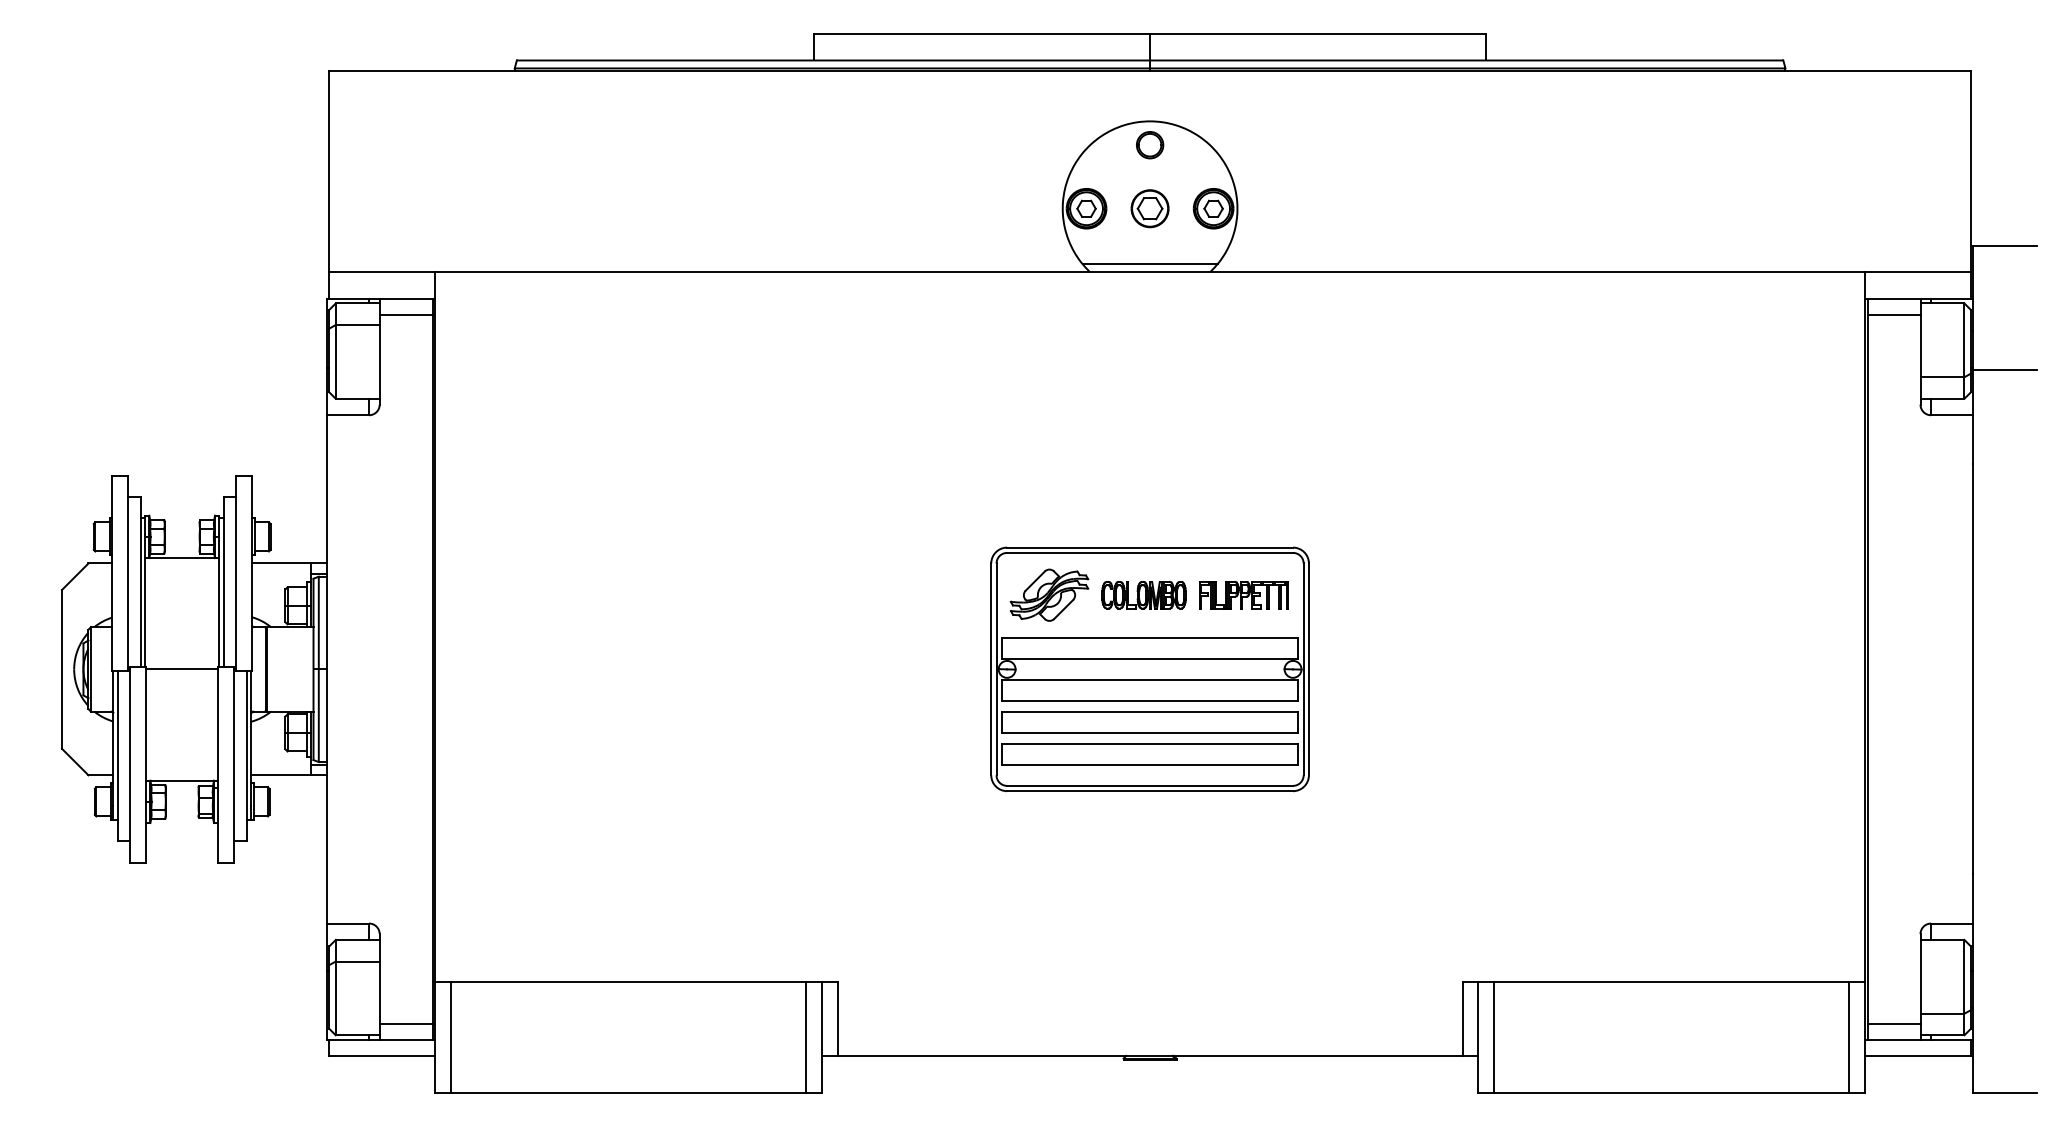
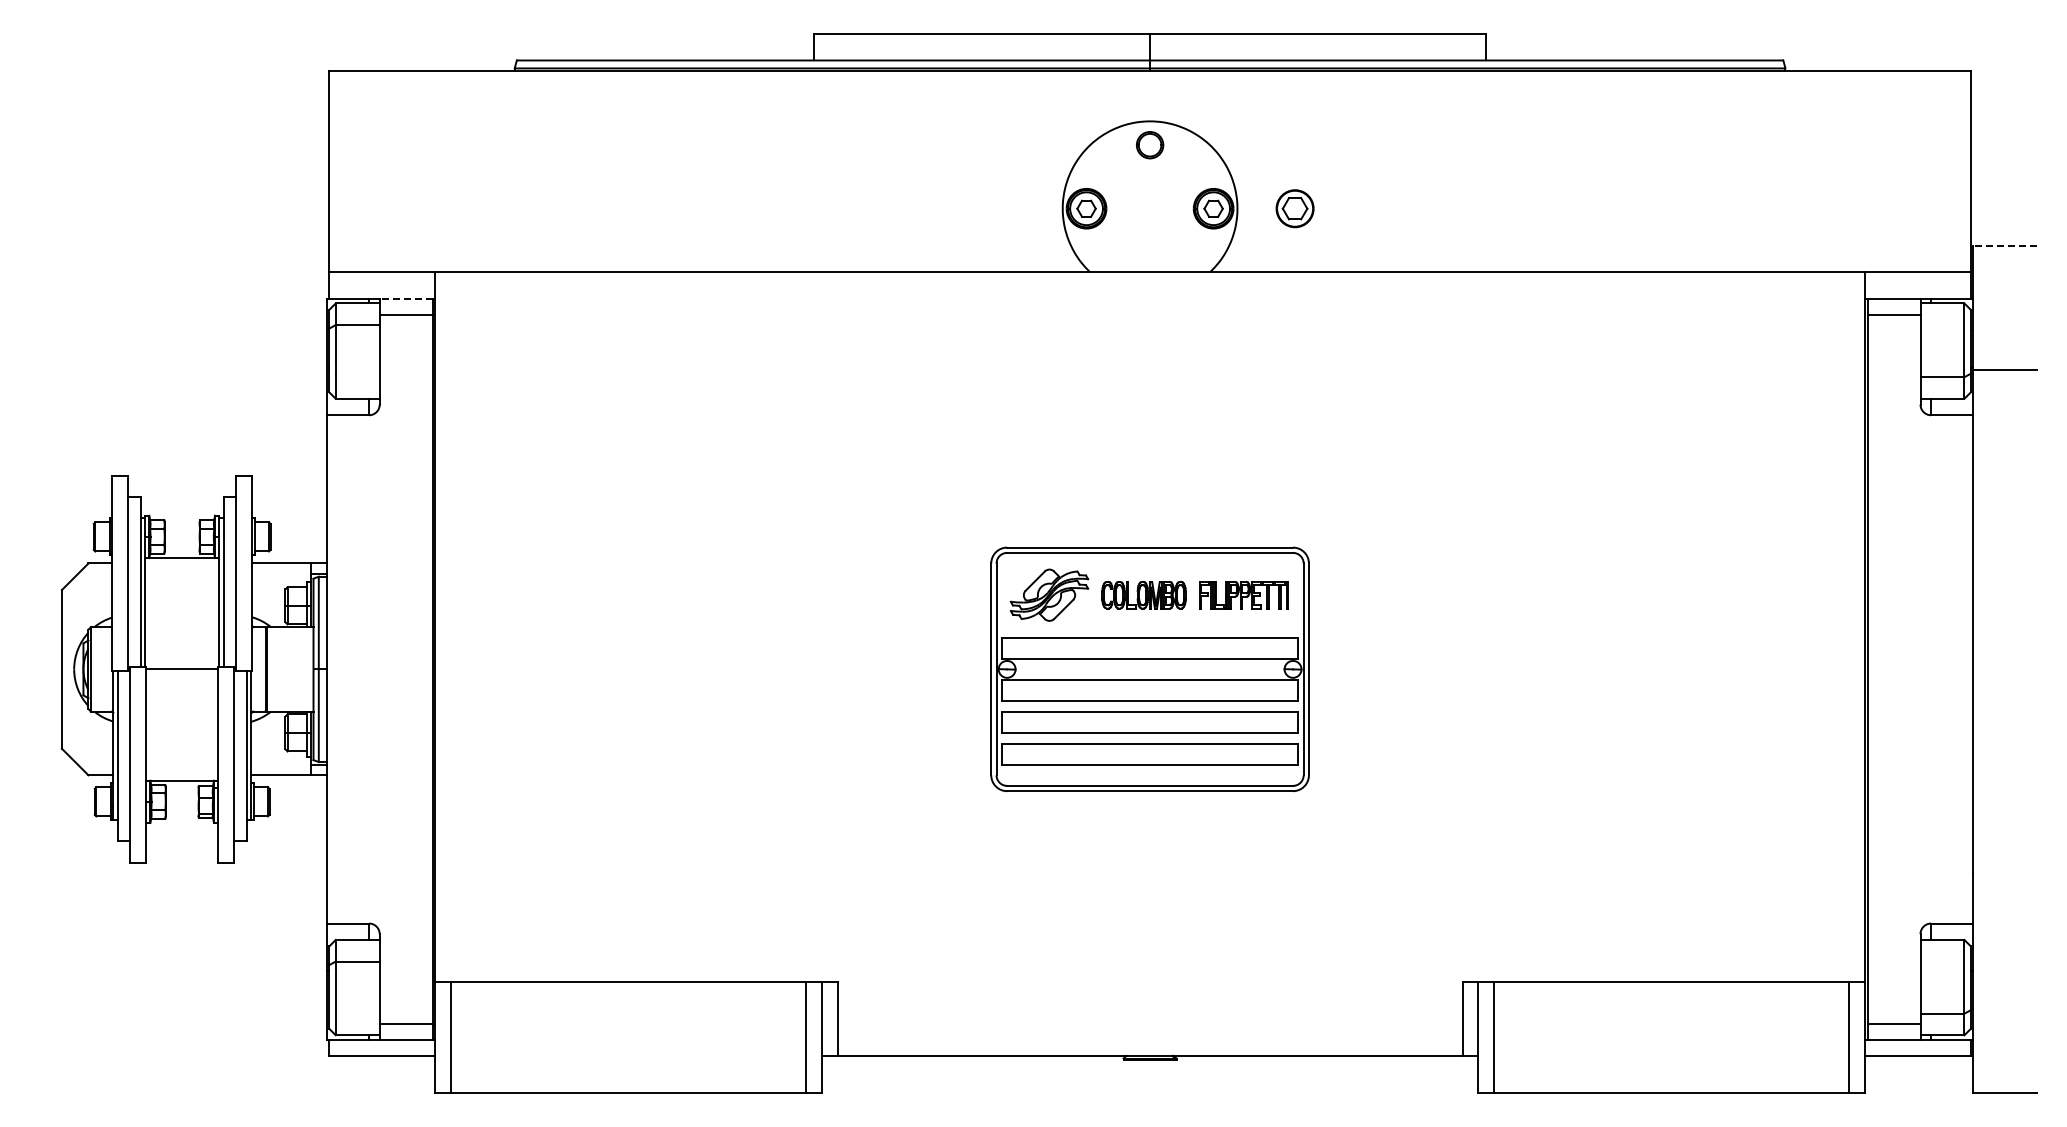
part at (1149, 208) position: (1149, 208) -> (1294, 208)
line at (2005, 245): solid -> dashed
line at (1149, 264): present -> none
line at (405, 298): solid -> dashed
